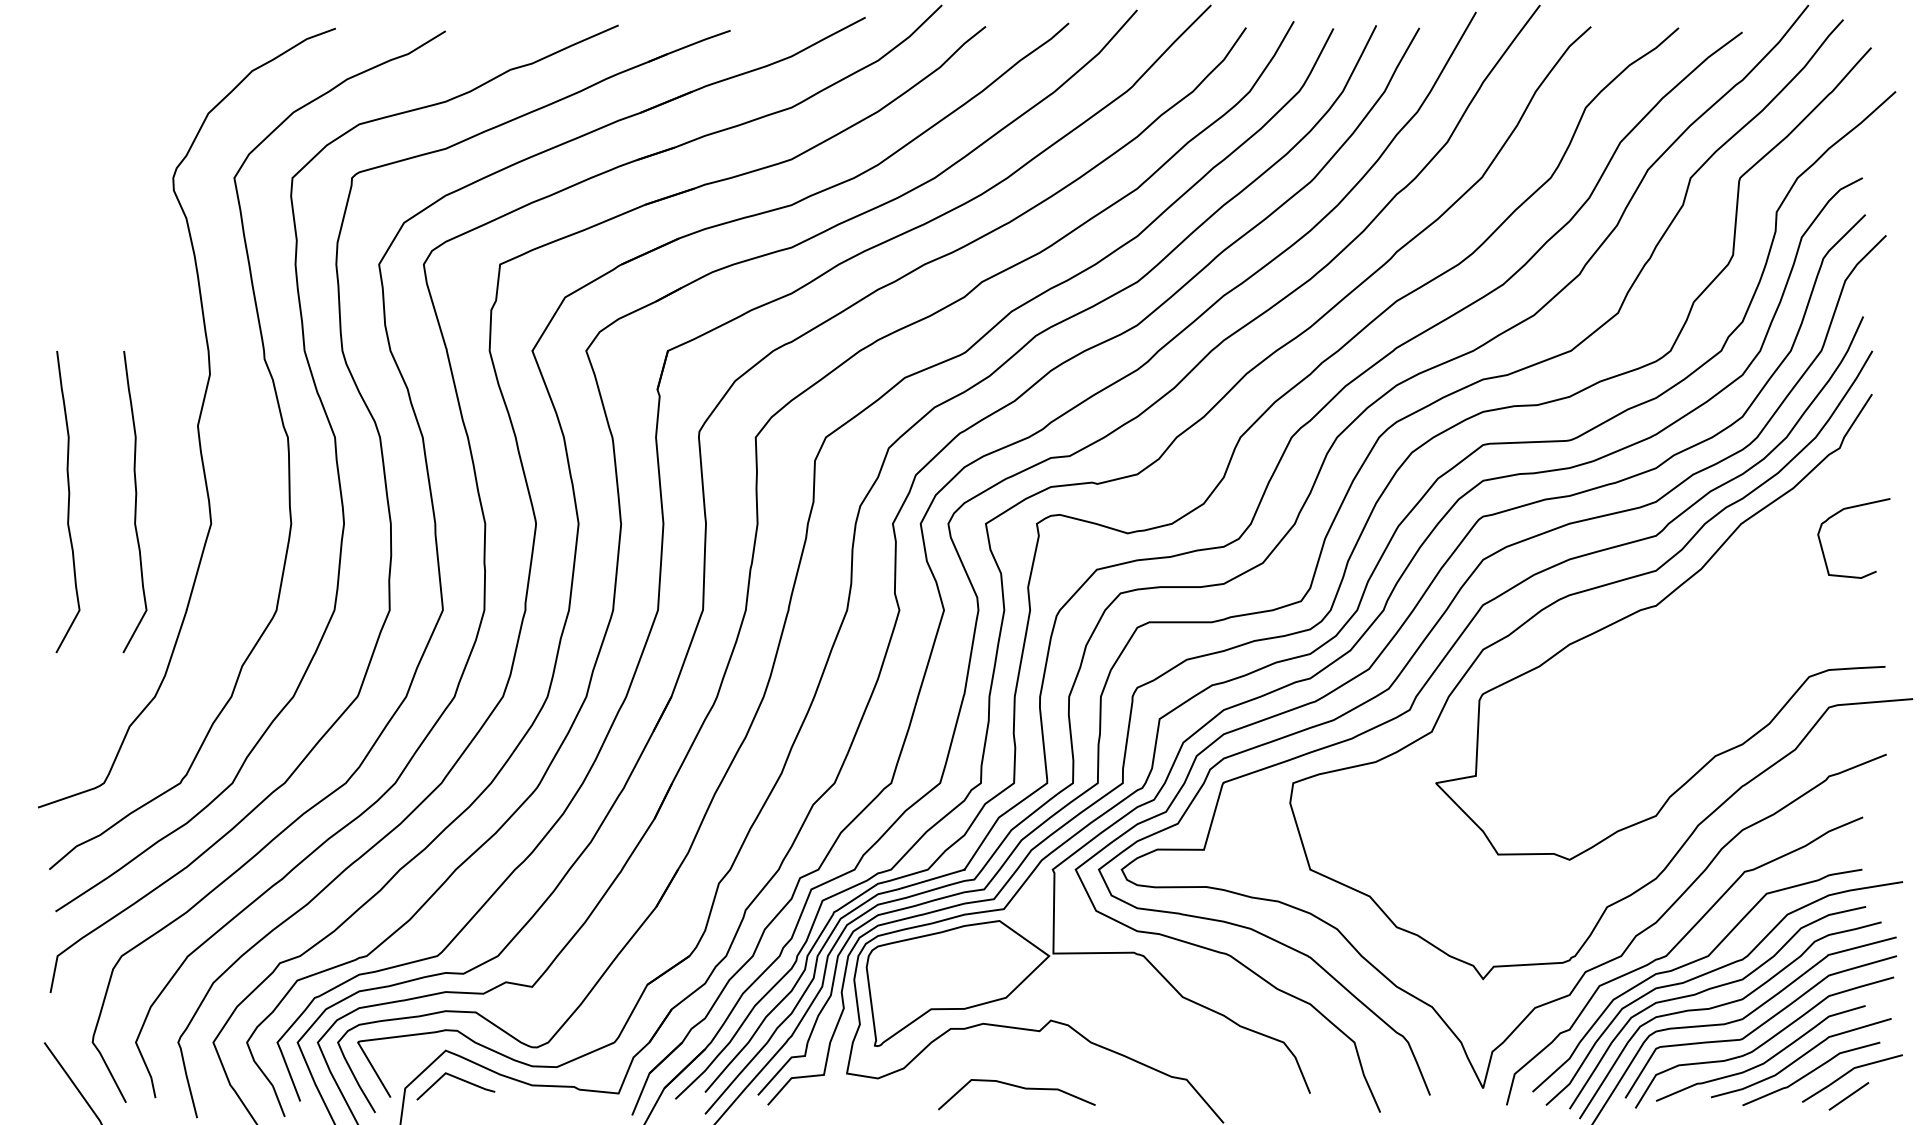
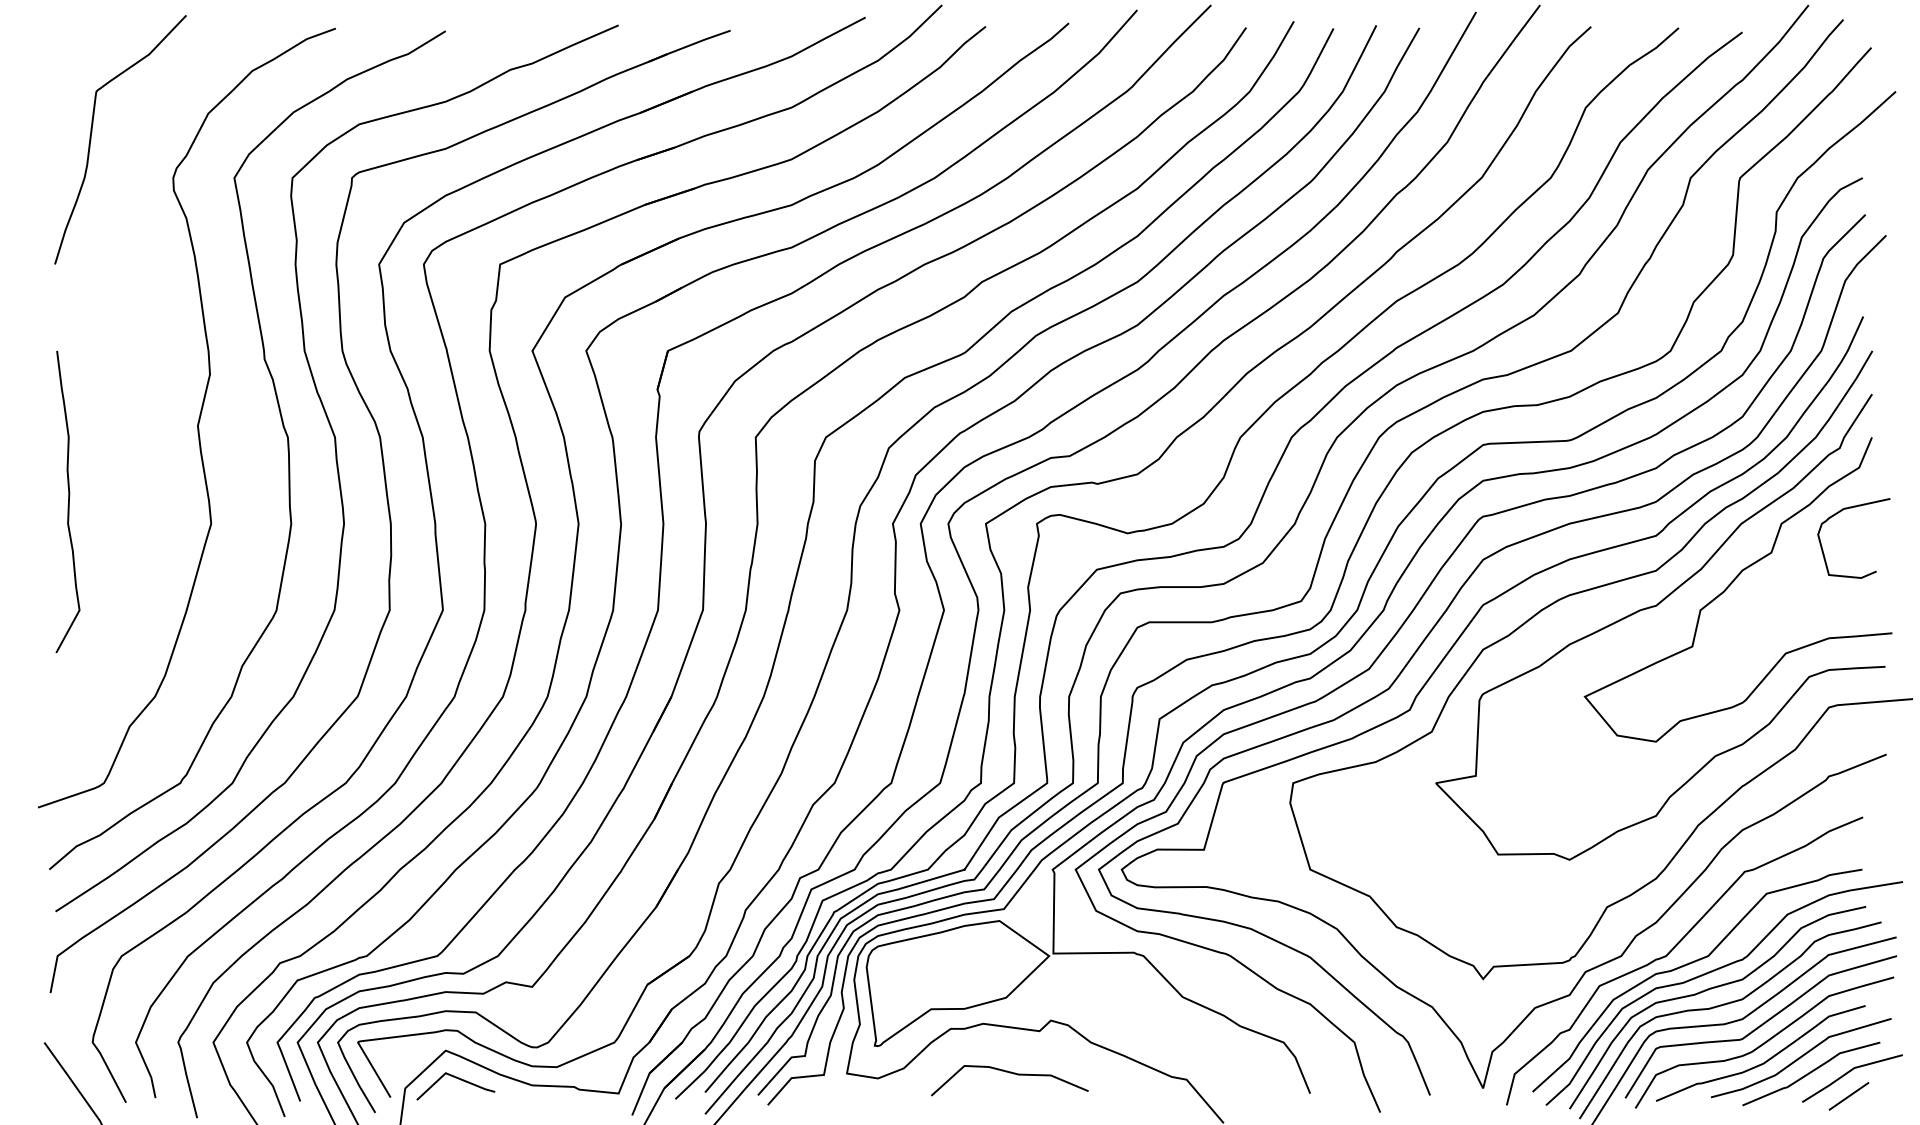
curve at (92, 132): none -> present
curve at (135, 501): present -> none
curve at (1732, 583): none -> present
curve at (1016, 1087) position: (1016, 1087) -> (1009, 1073)
